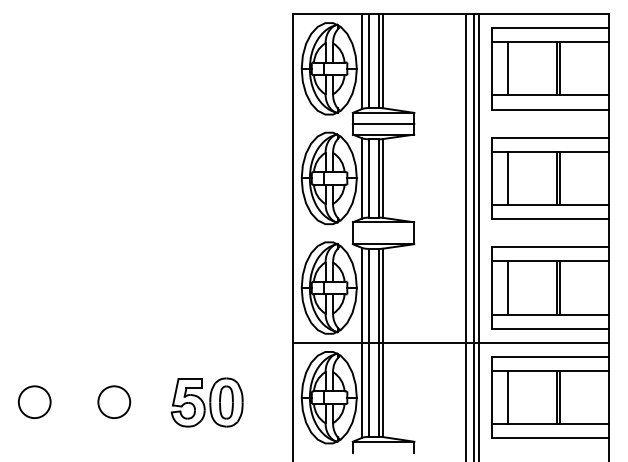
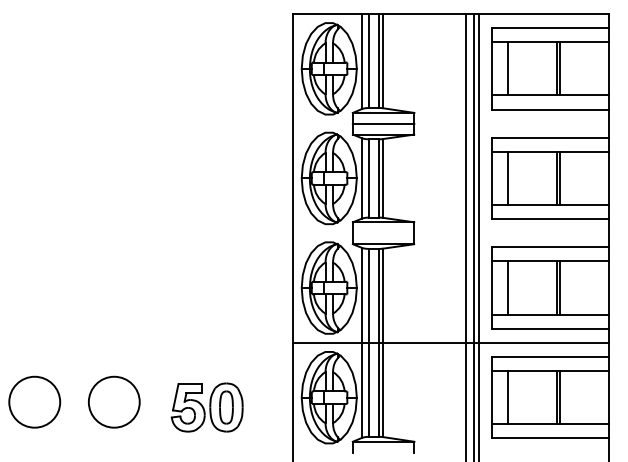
circle at (34, 402) diameter: 32 px -> 51 px
circle at (114, 402) diameter: 32 px -> 51 px
part at (206, 402) position: (206, 402) -> (206, 407)
